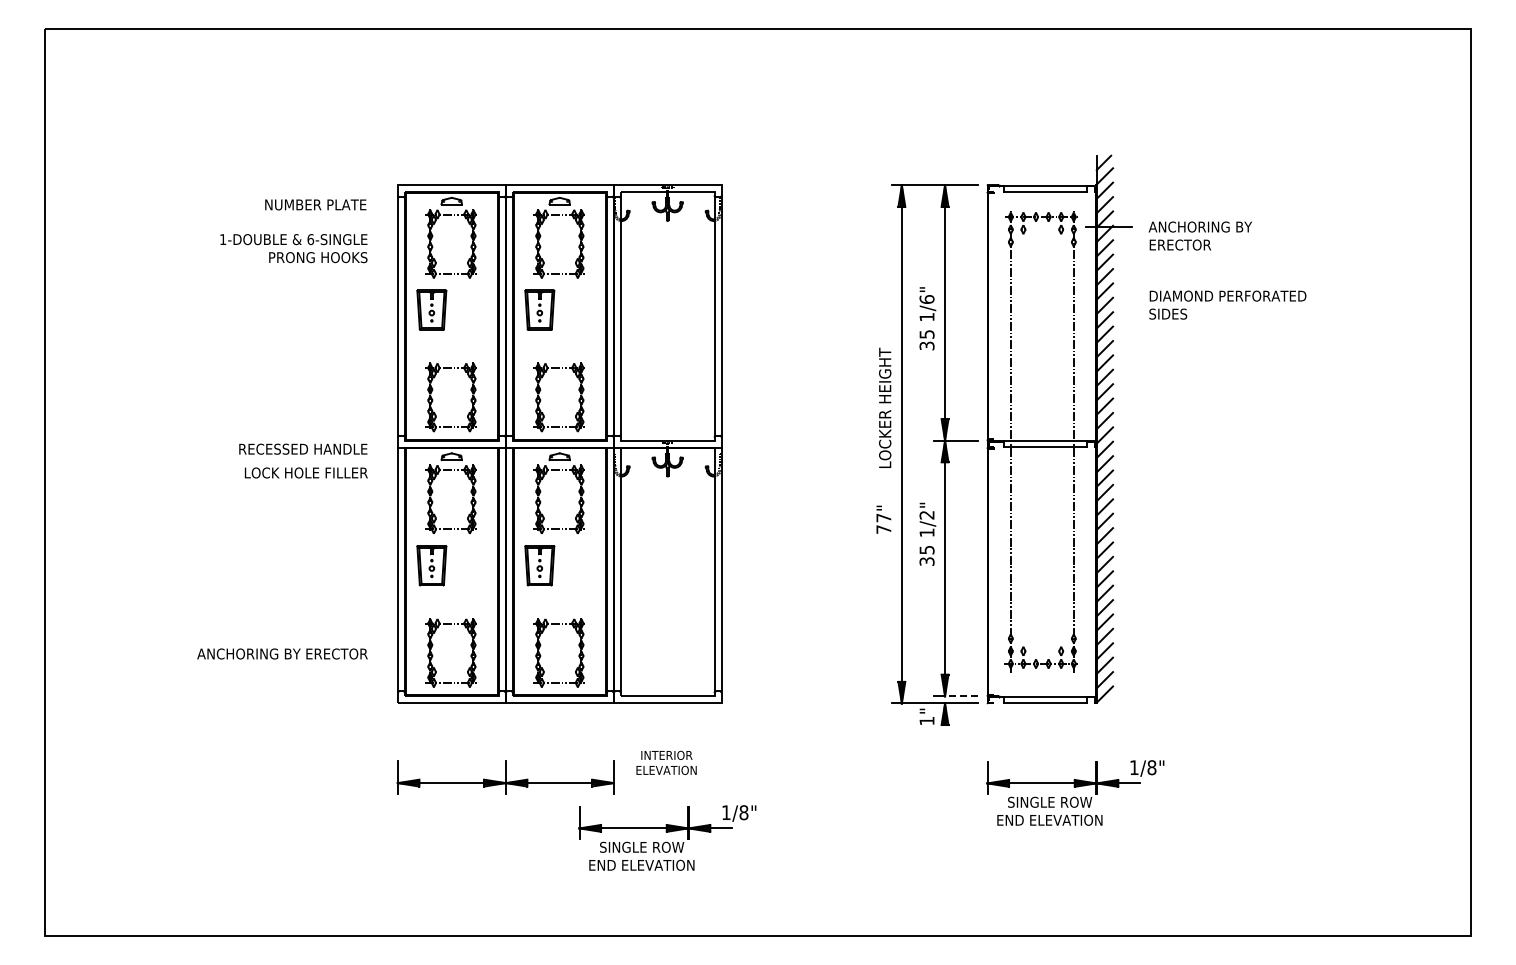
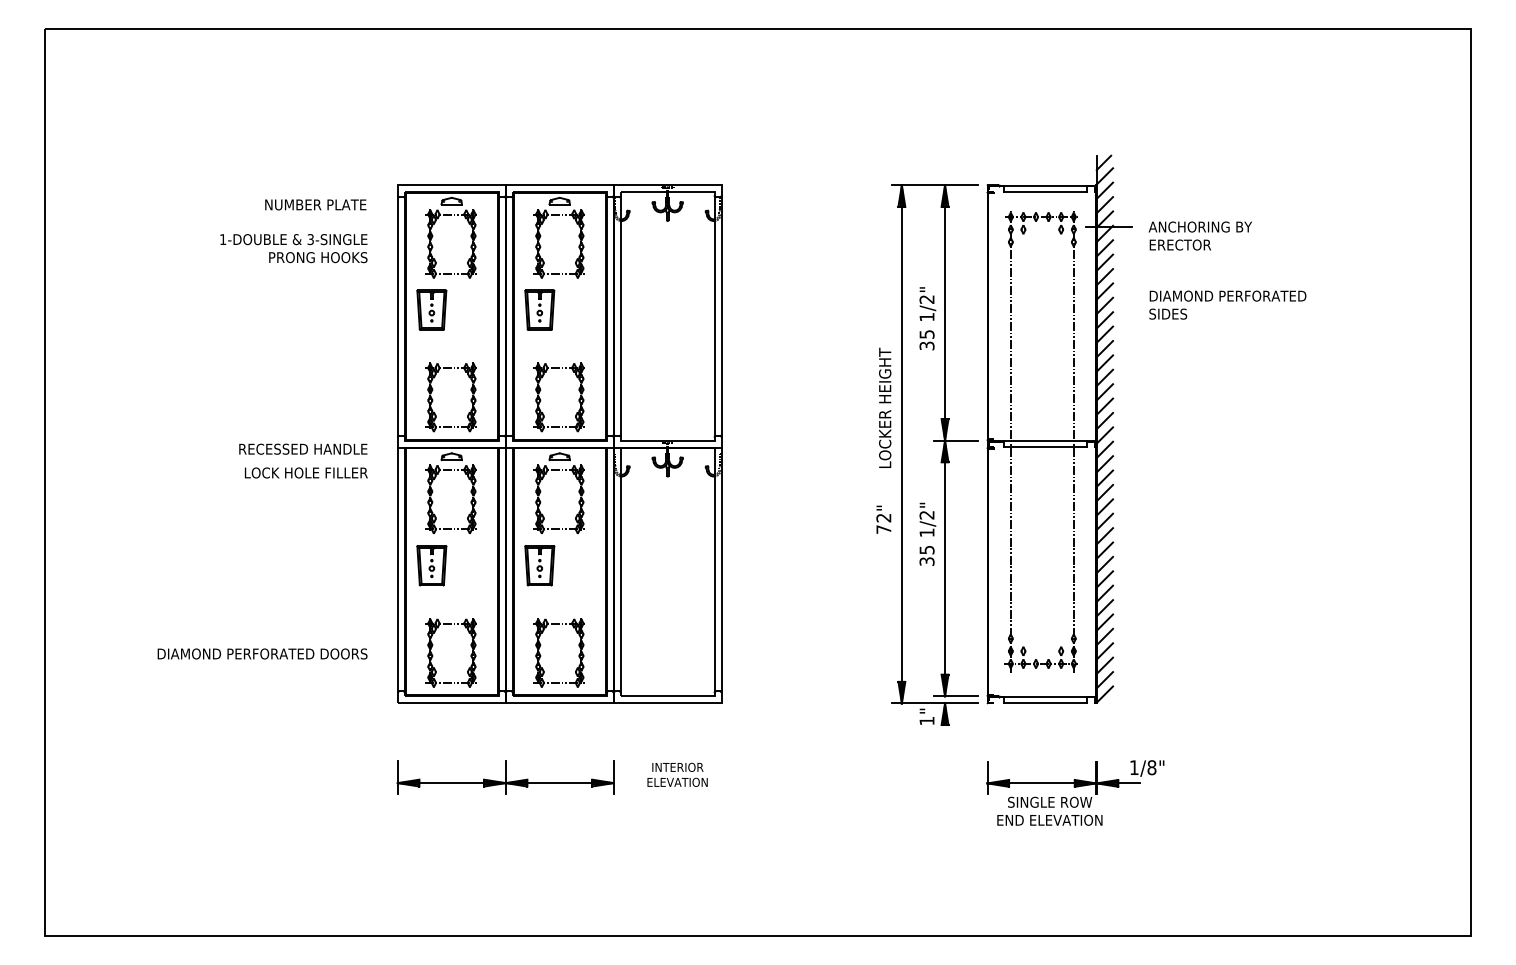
text at (310, 239): 6-SINGLE -> 3-SINGLE
text at (926, 299): 1/6" -> 1/2"
text at (883, 517): 77" -> 72"
text at (262, 653): ANCHORING BY ERECTOR -> DIAMOND PERFORATED DOORS
line at (960, 696): dashed -> solid
text at (666, 762) position: (666, 762) -> (677, 774)
part at (667, 837): present -> none
